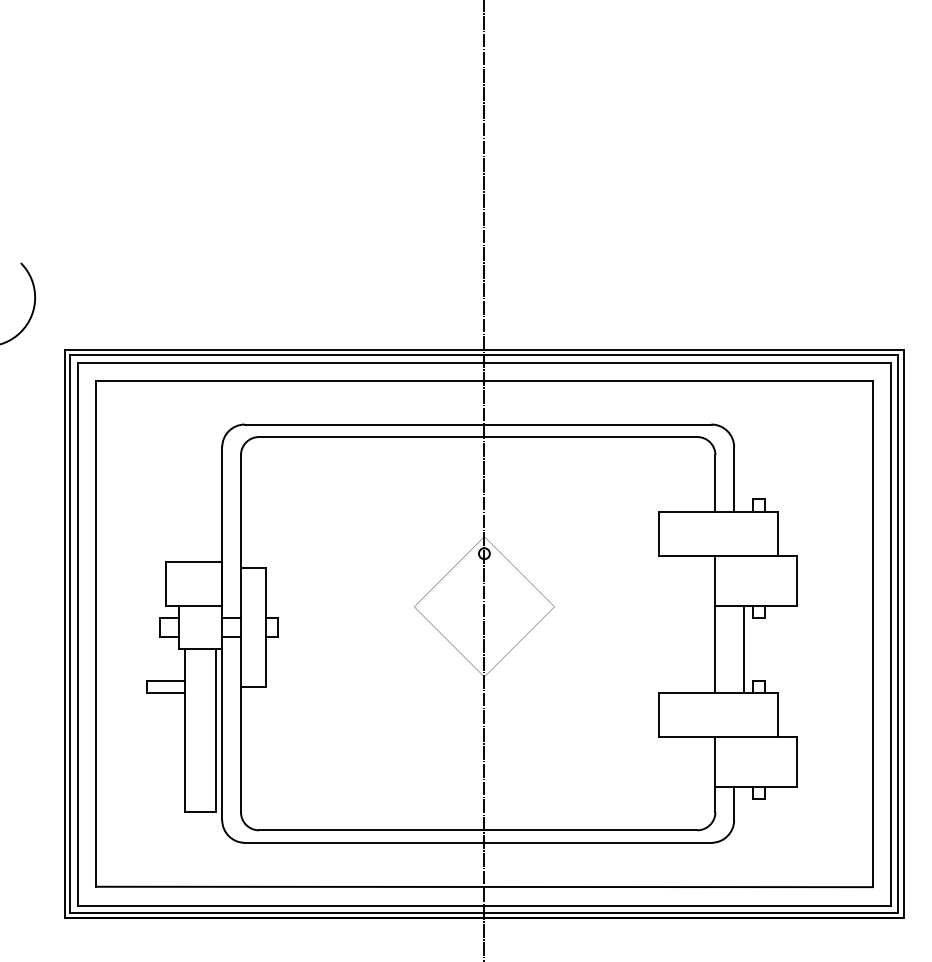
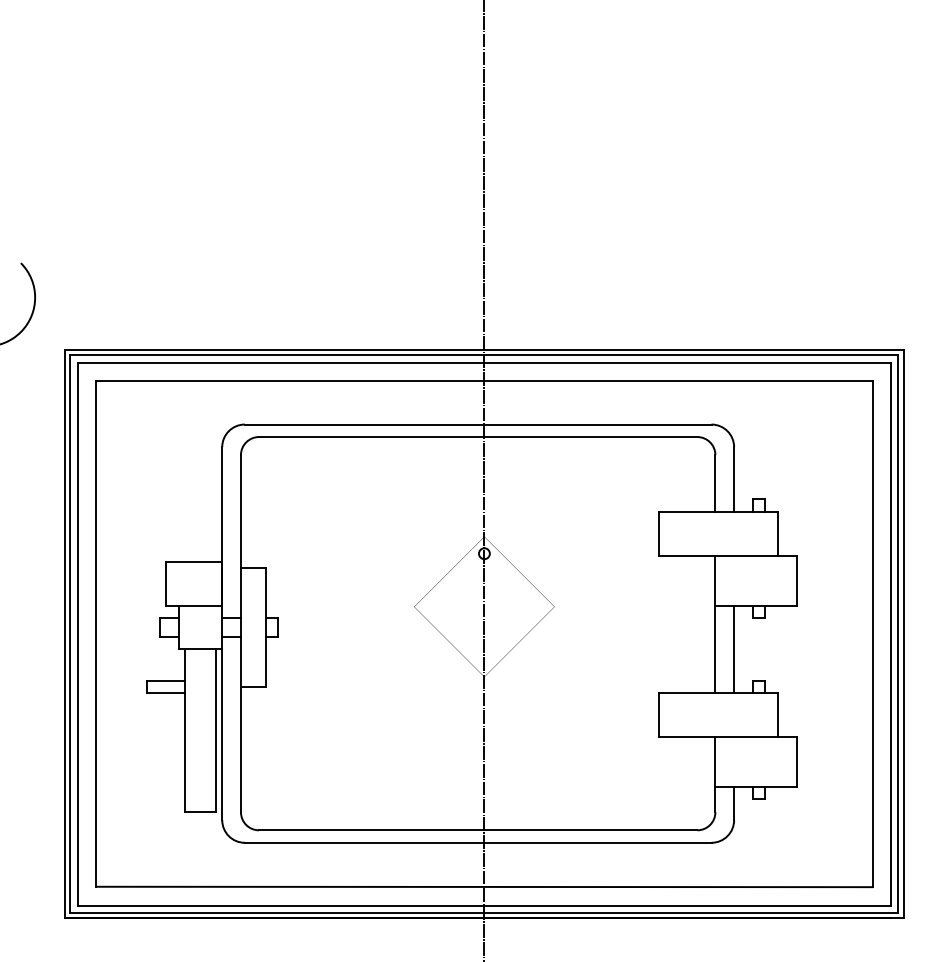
line at (744, 648) position: (744, 648) -> (734, 648)
